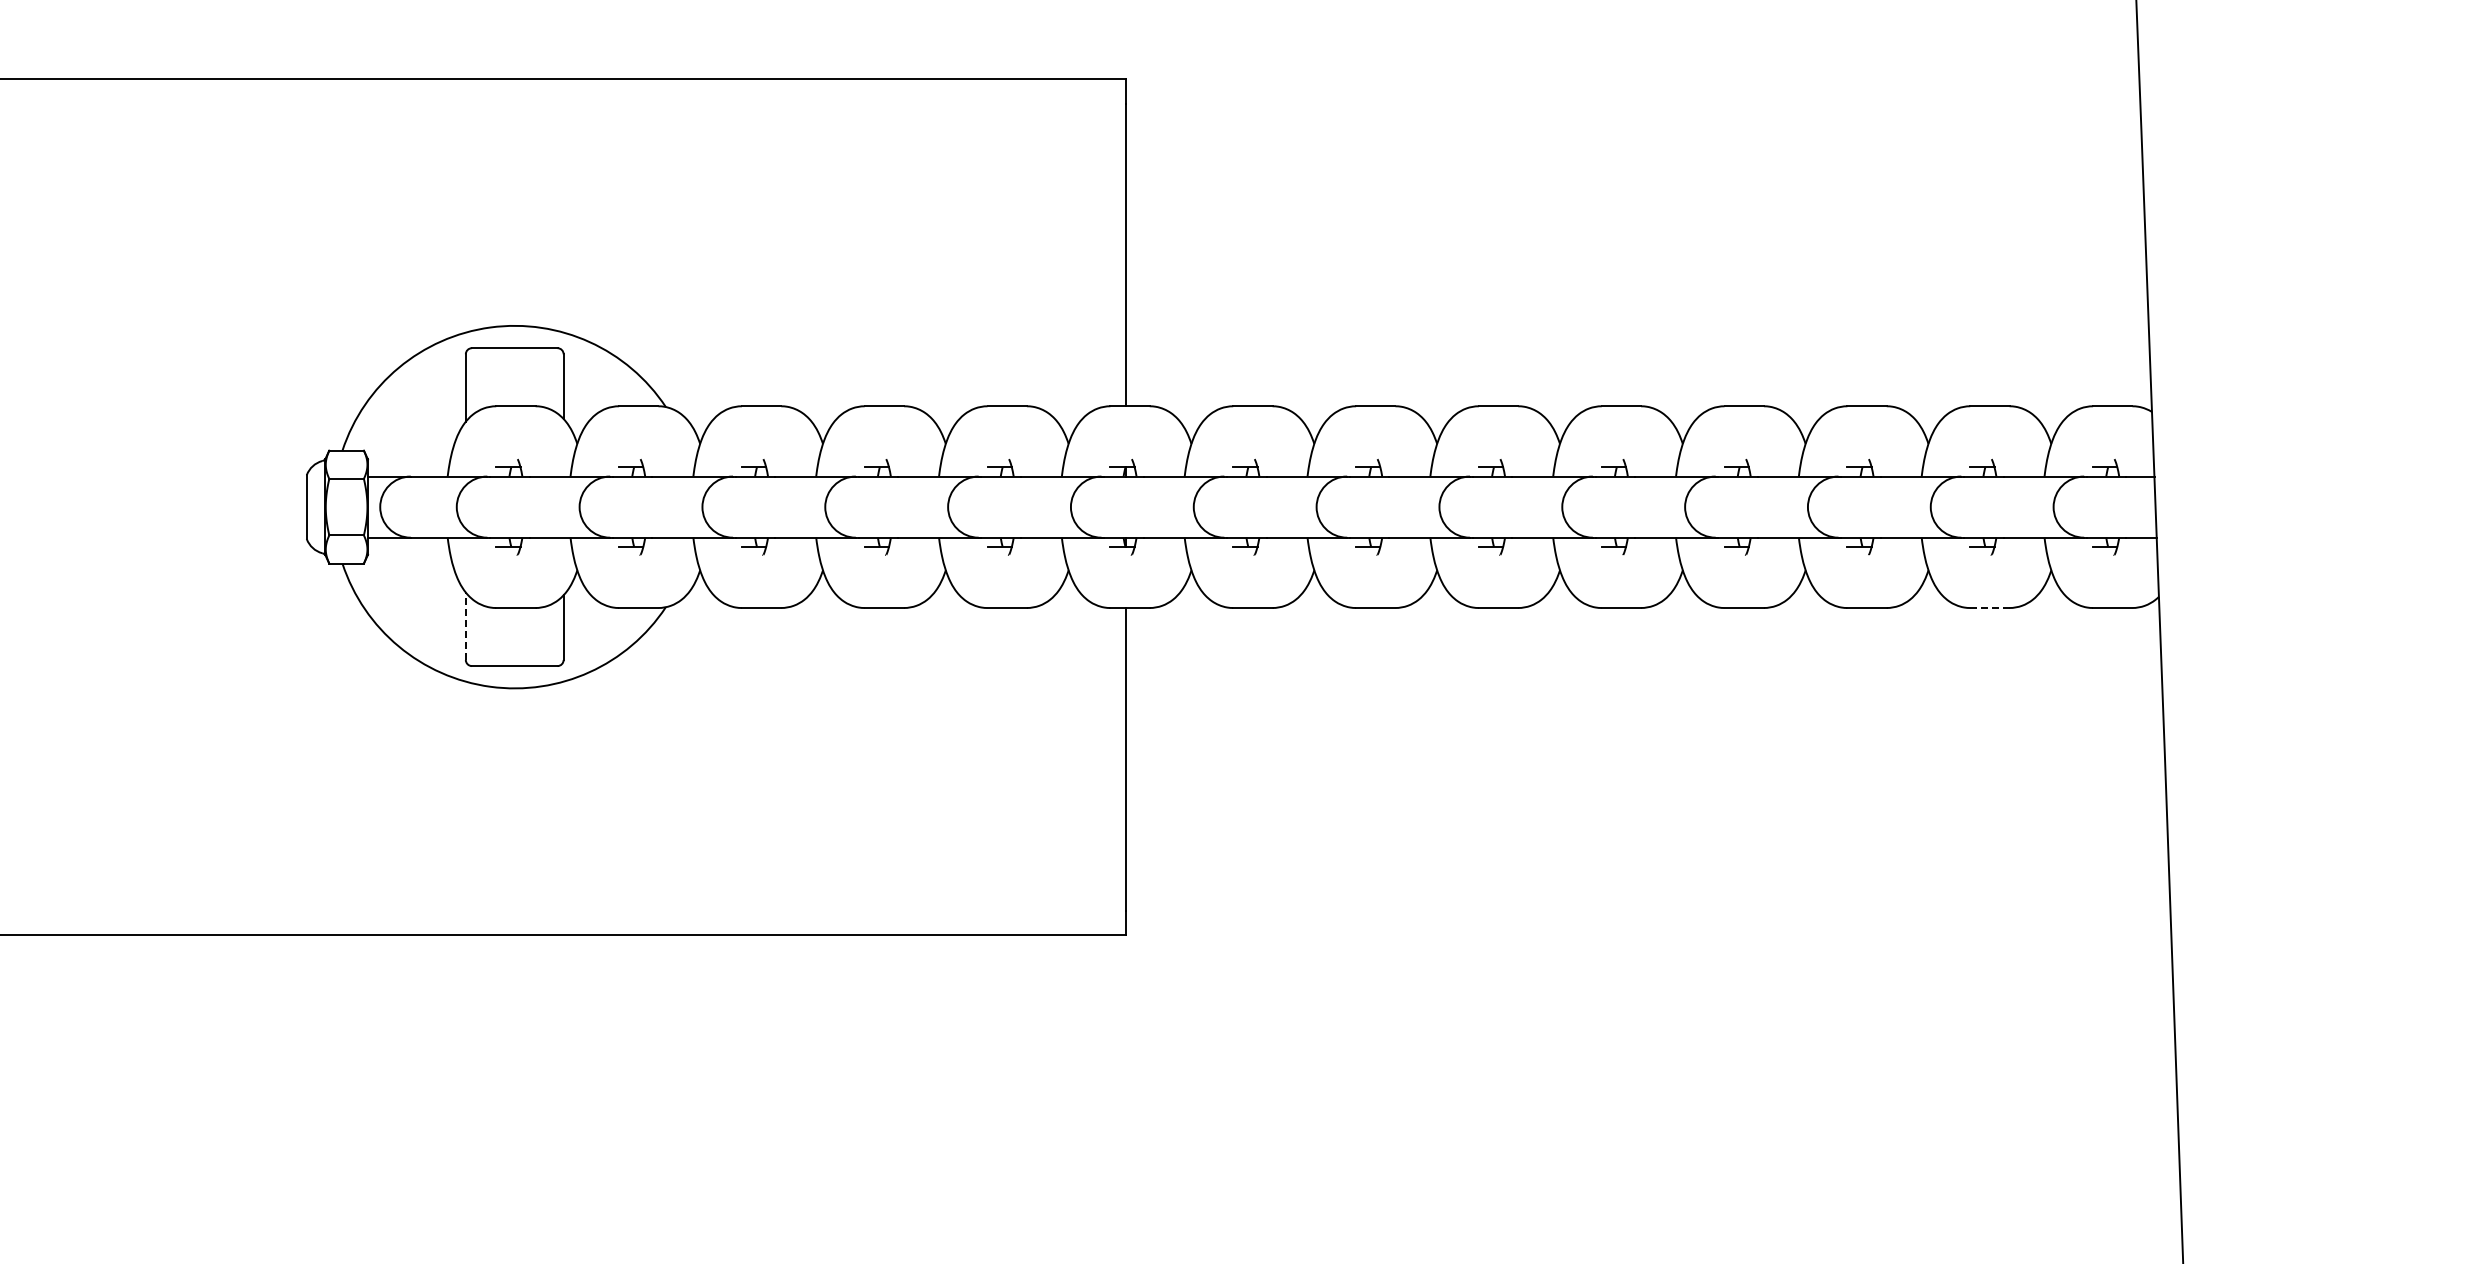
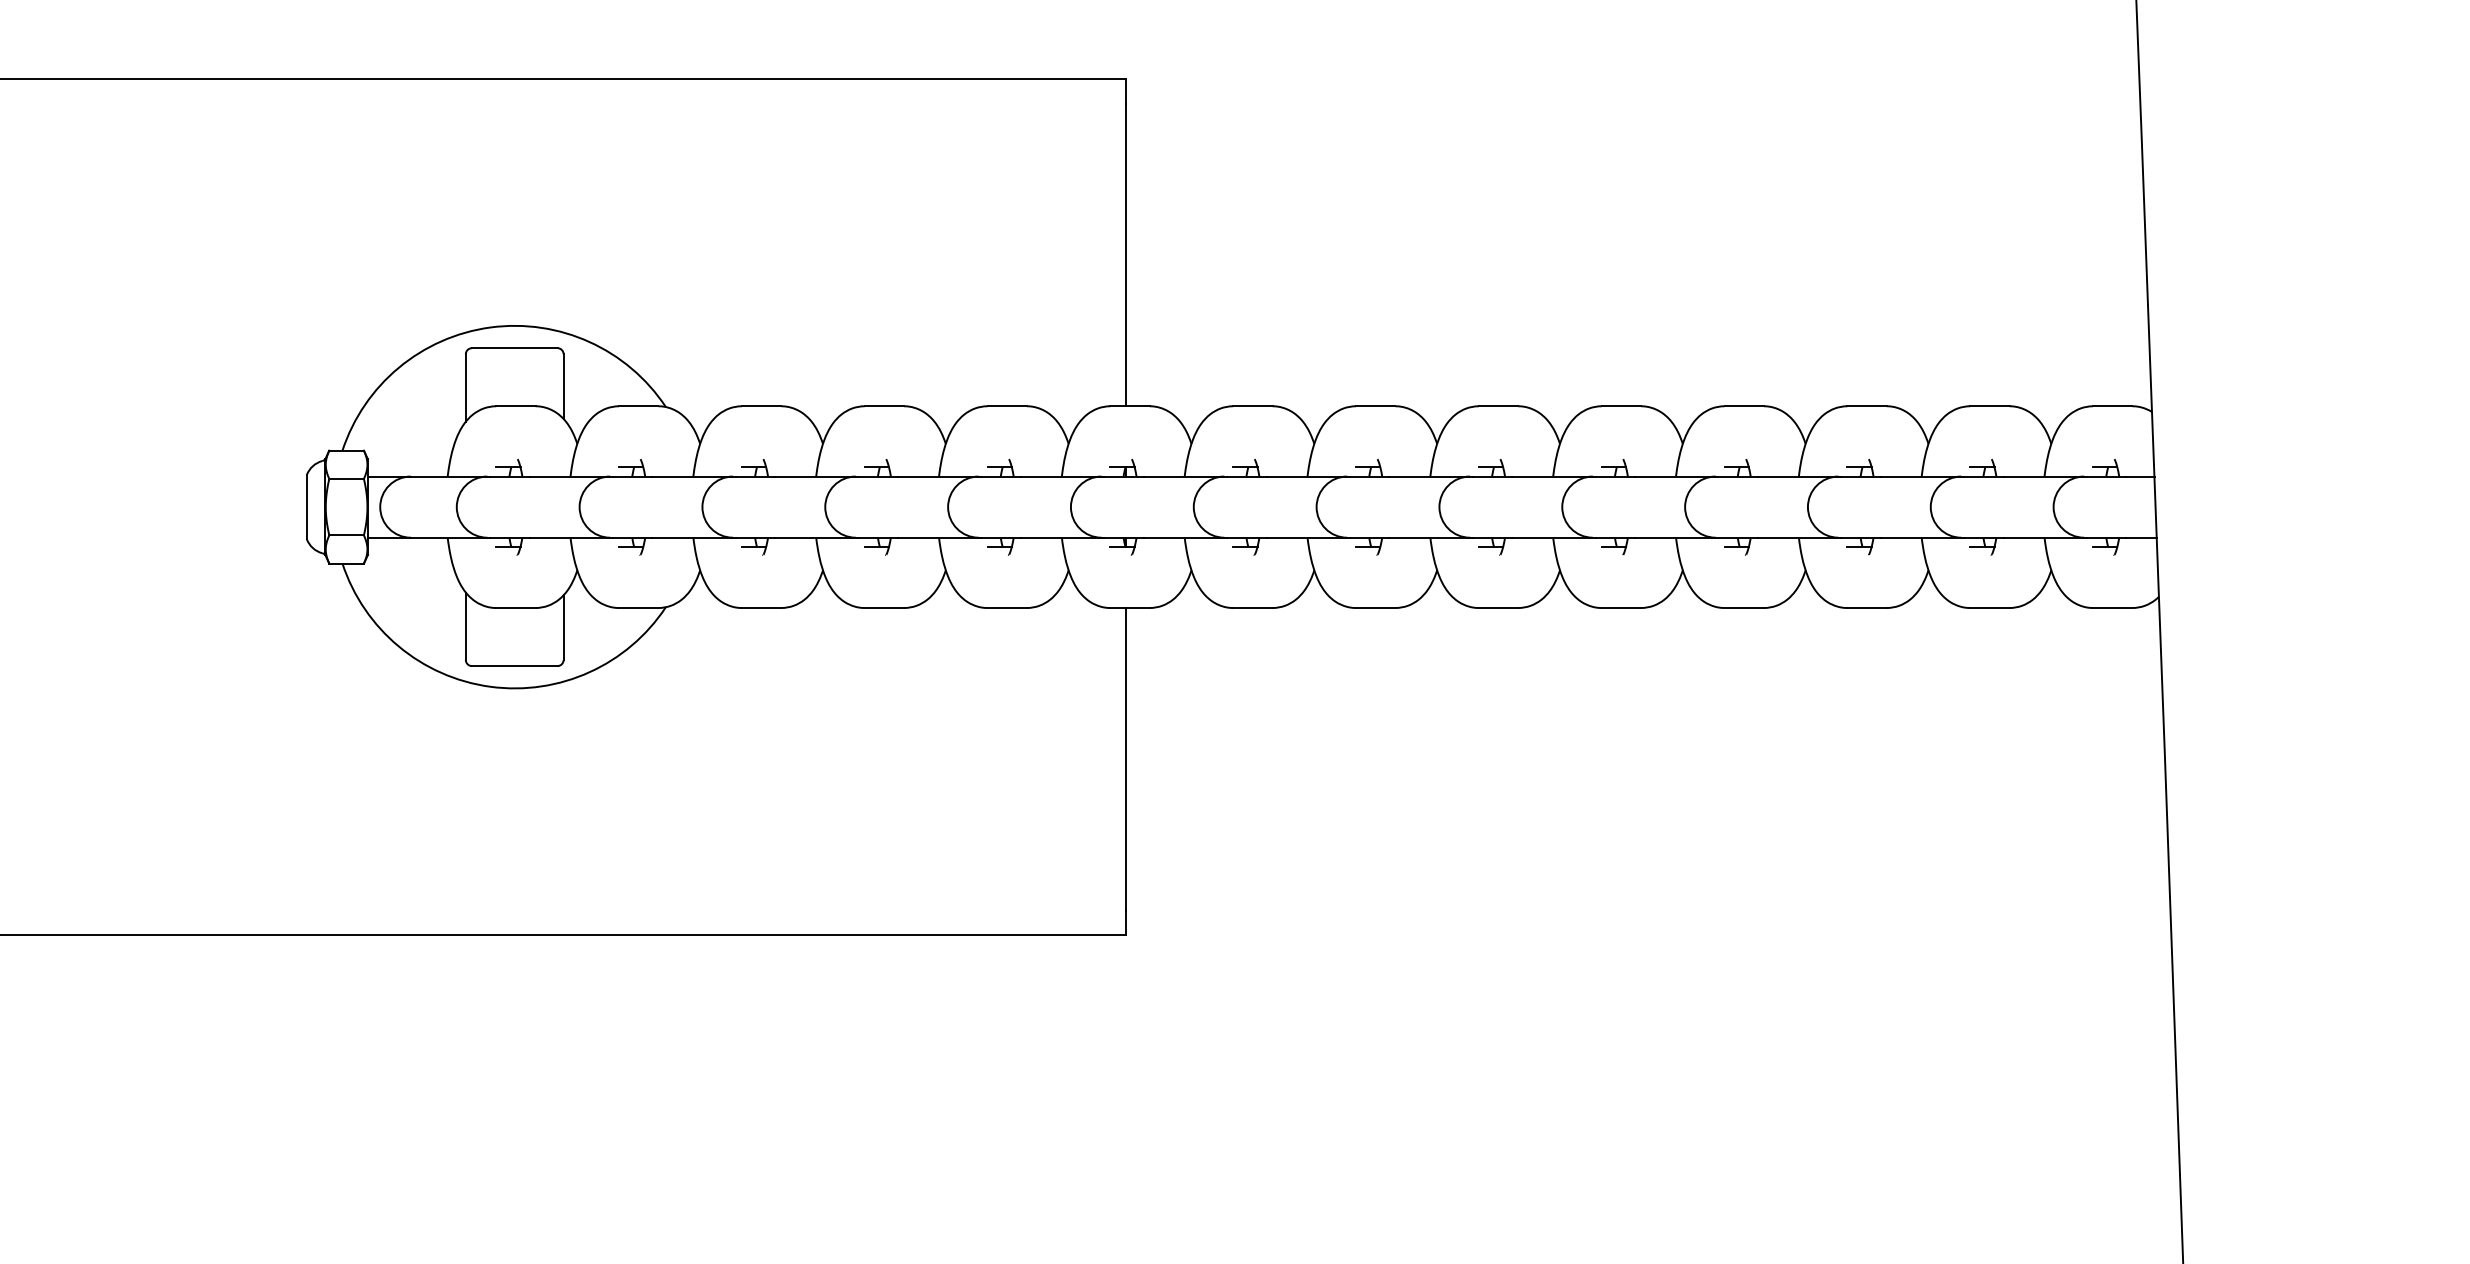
line at (1989, 608): dashed -> solid
line at (465, 626): dashed -> solid
